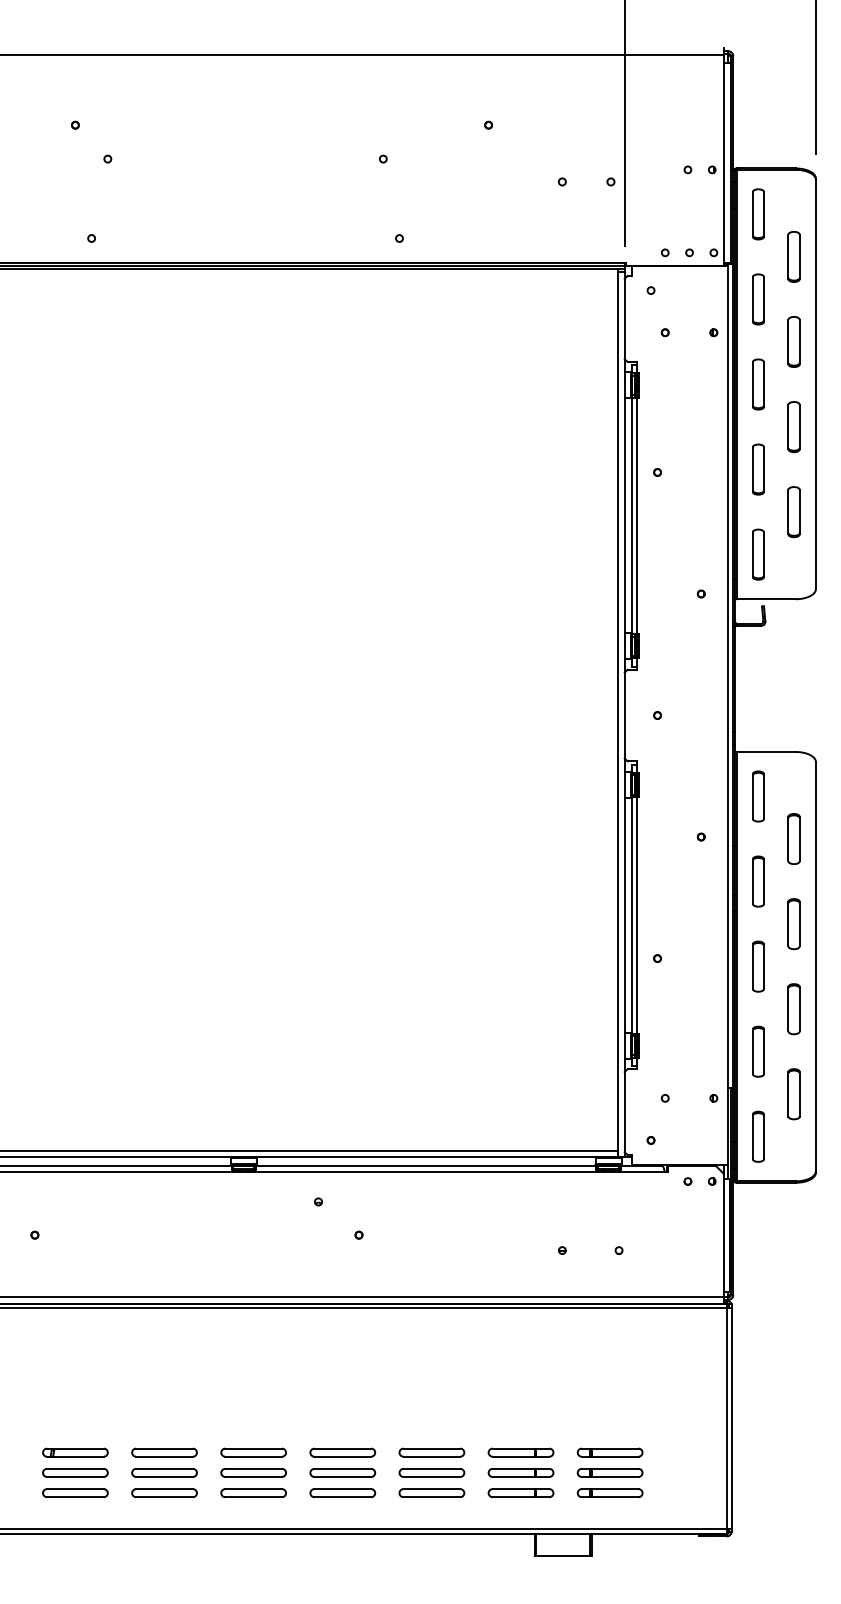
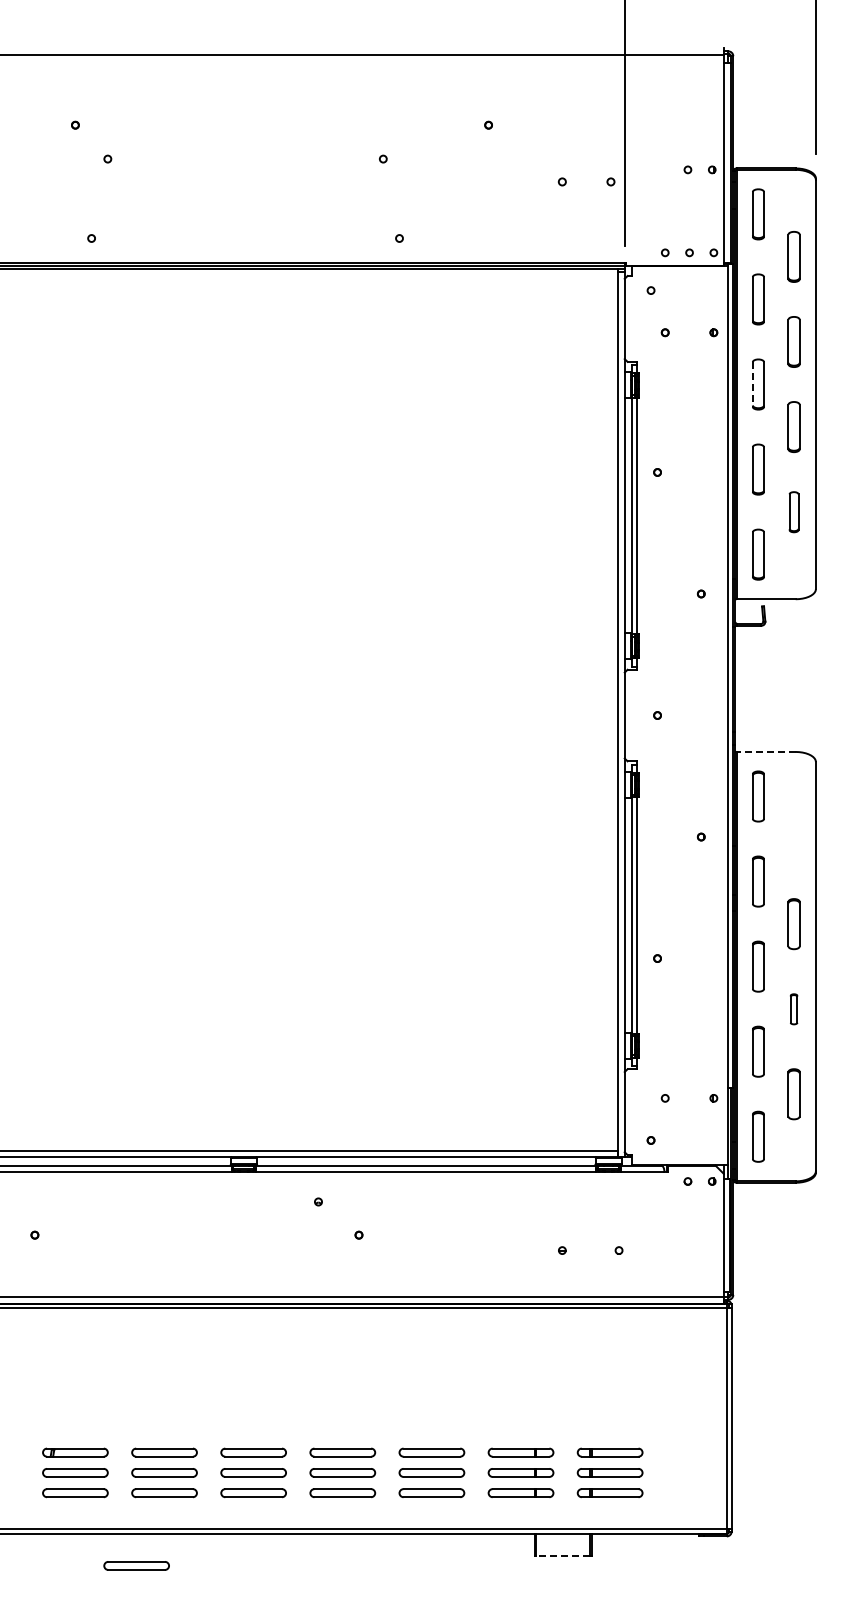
line at (752, 385): solid -> dashed
part at (793, 512) size: 14x53 px -> 12x43 px
line at (766, 751): solid -> dashed
part at (793, 838): present -> none
part at (793, 1009) size: 14x53 px -> 9x33 px
line at (563, 1555): solid -> dashed
part at (136, 1565): none -> present
